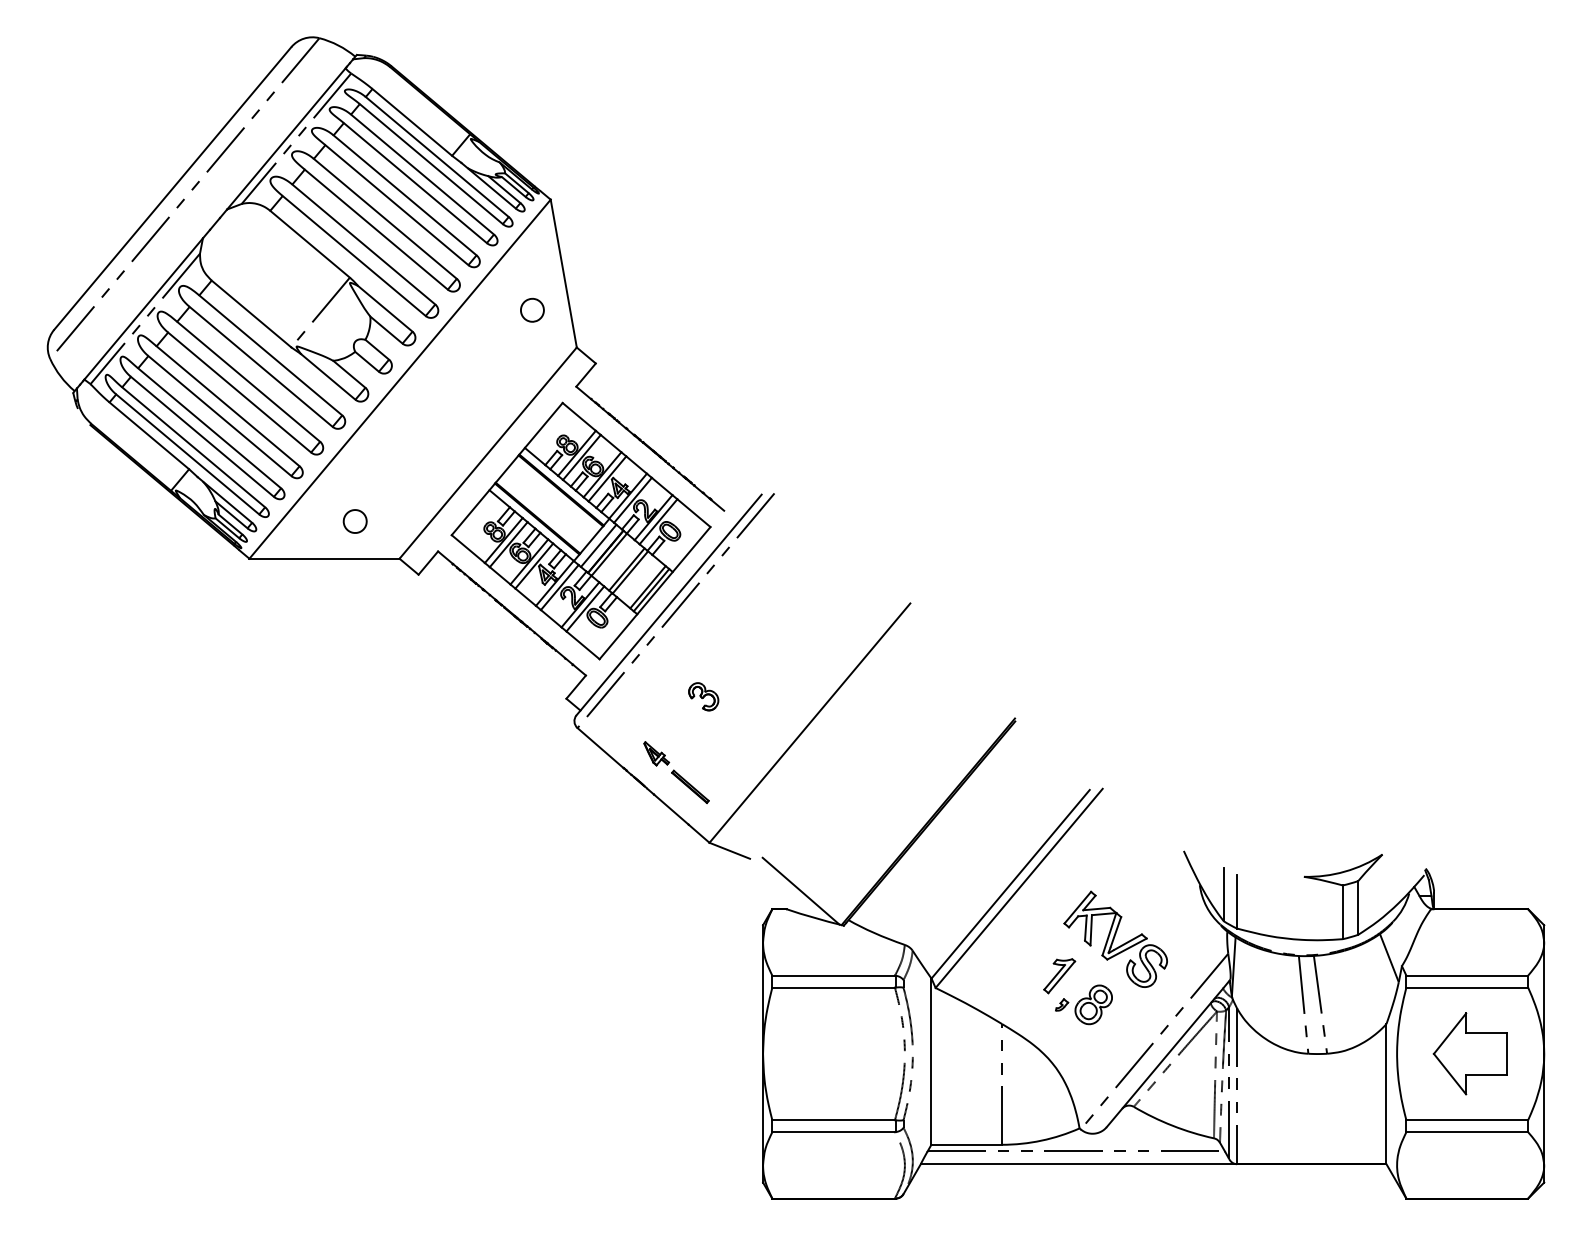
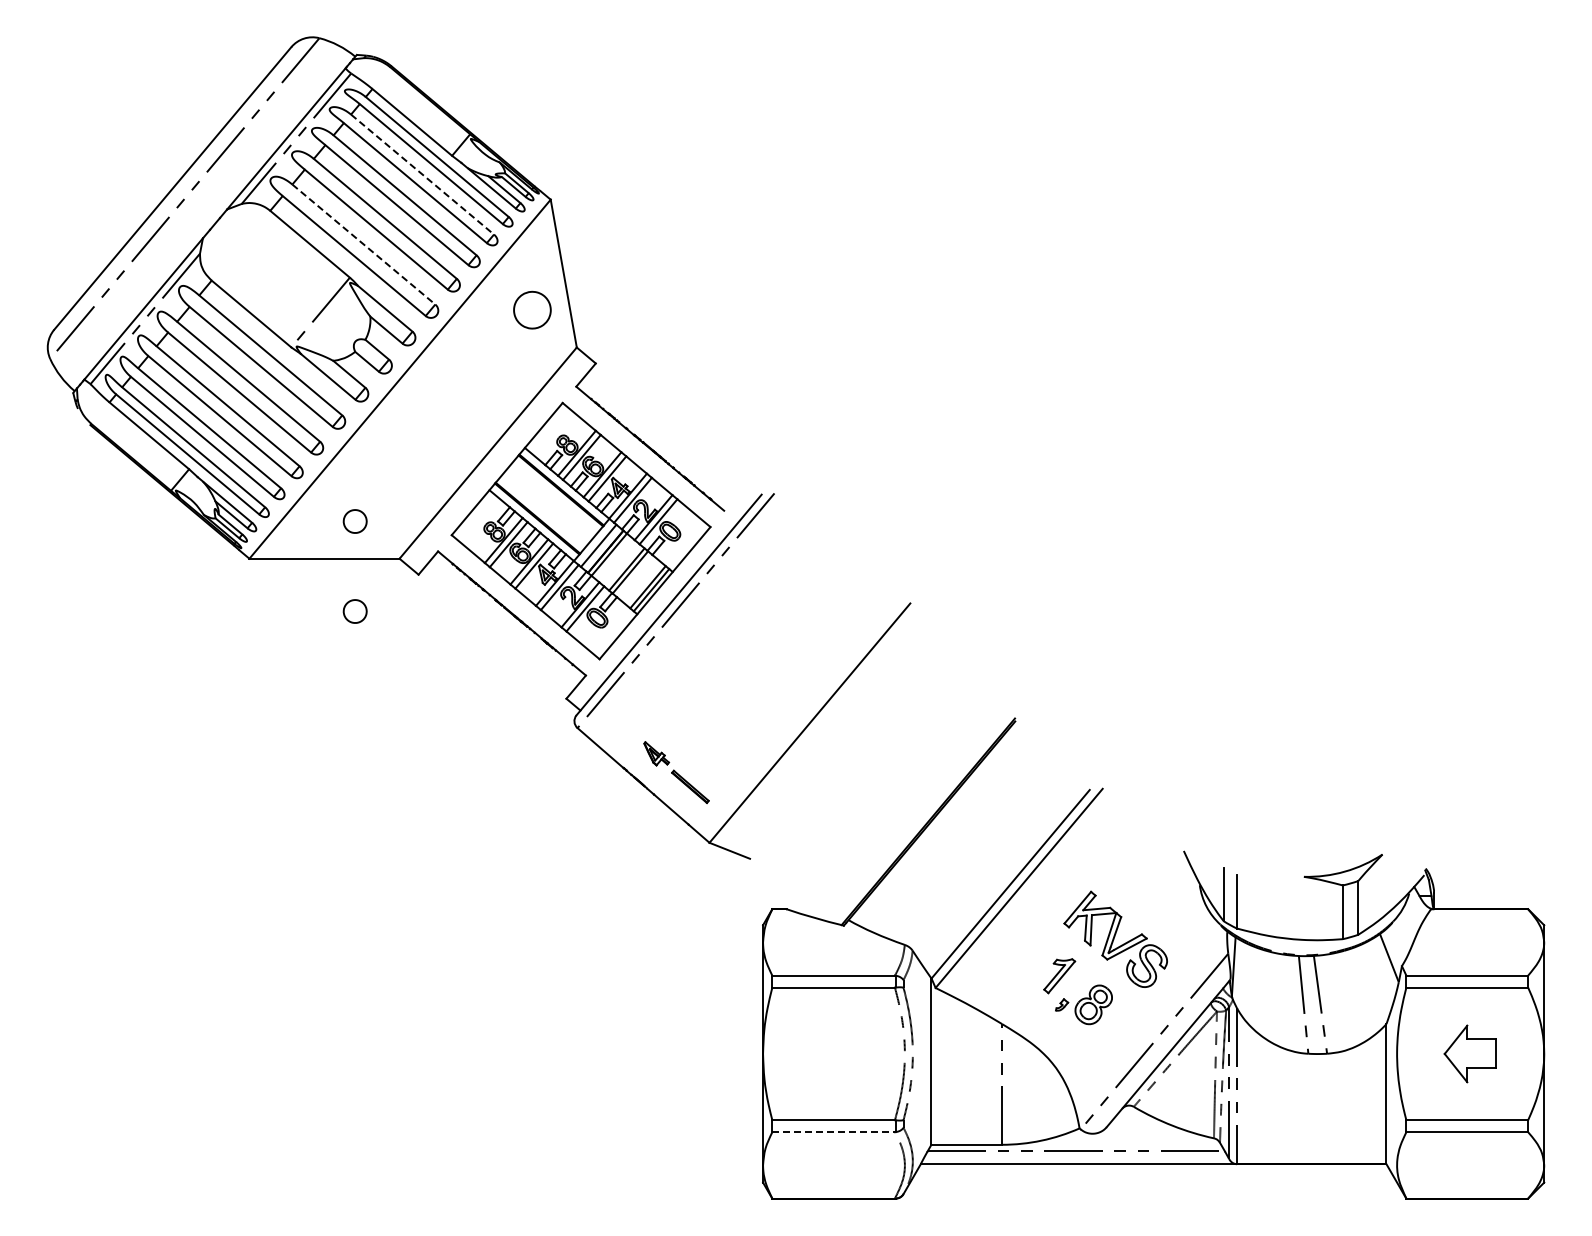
line at (422, 174): solid -> dashed
line at (364, 244): solid -> dashed
part at (532, 310) size: 25x25 px -> 39x40 px
part at (354, 611): none -> present
part at (703, 696): present -> none
line at (800, 890): present -> none
part at (1469, 1053) size: 76x84 px -> 54x60 px
line at (834, 1132): solid -> dashed
